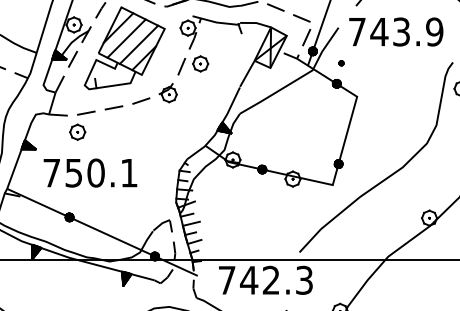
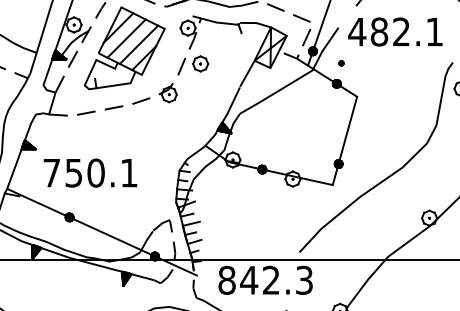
text at (395, 31): 743.9 -> 482.1
part at (77, 131): present -> none
text at (226, 279): 742.3 -> 842.3
